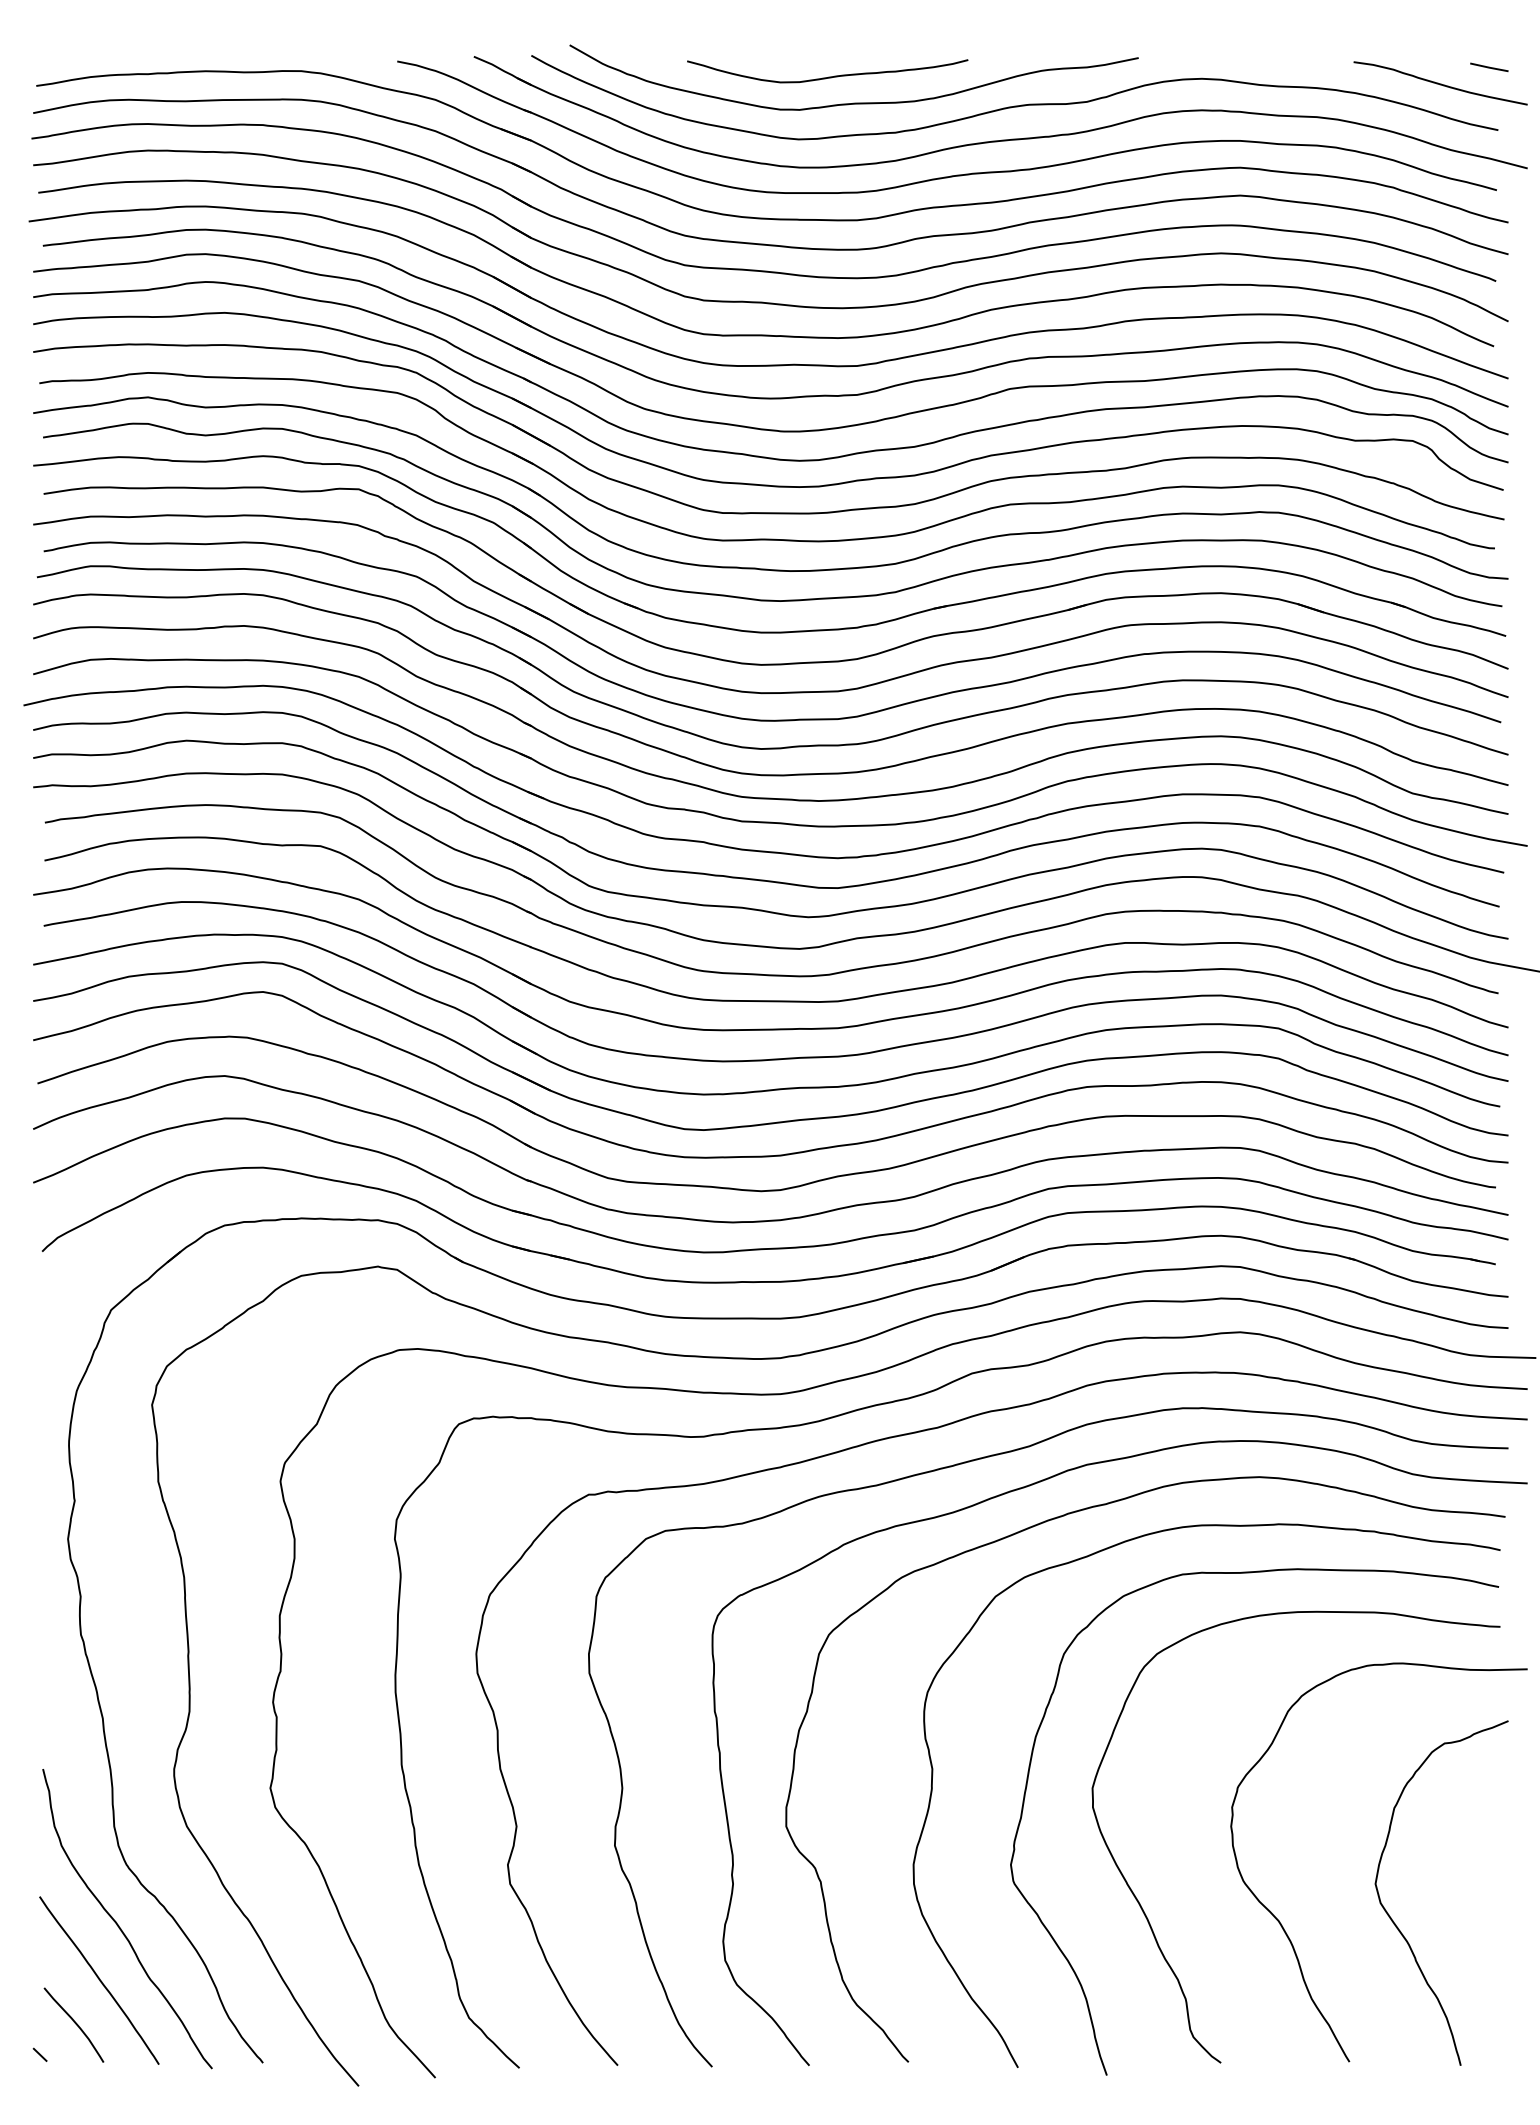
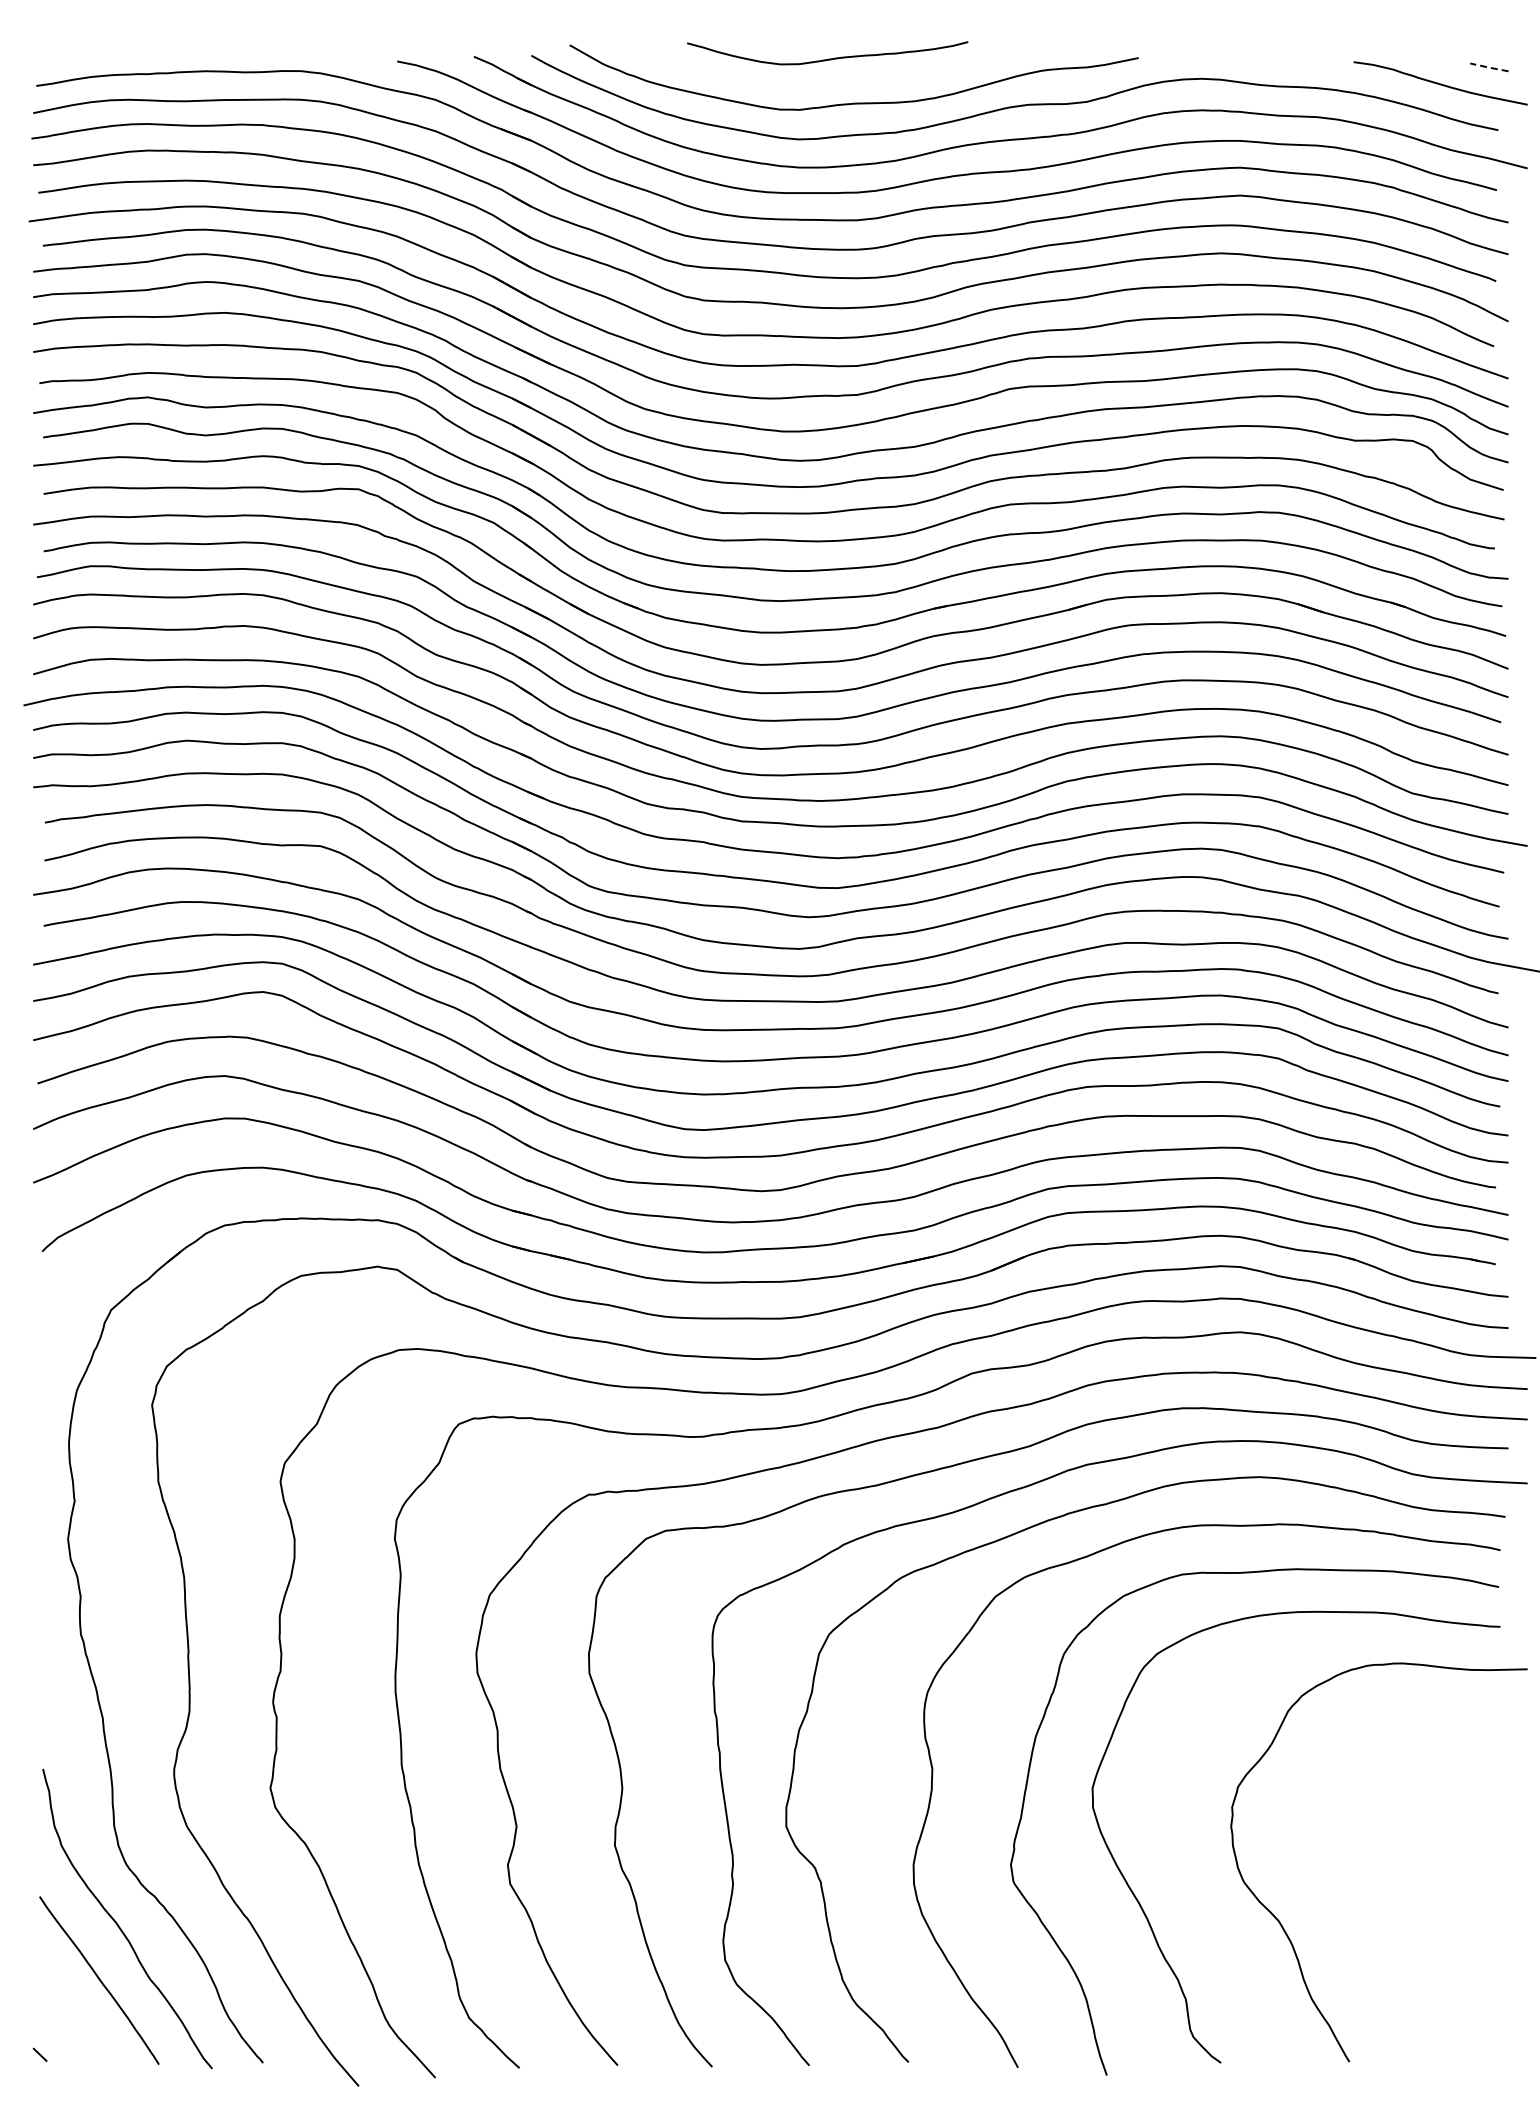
line at (1489, 67): solid -> dashed
curve at (828, 76) position: (828, 76) -> (828, 58)
curve at (1396, 1924): present -> none
curve at (74, 2023): present -> none
